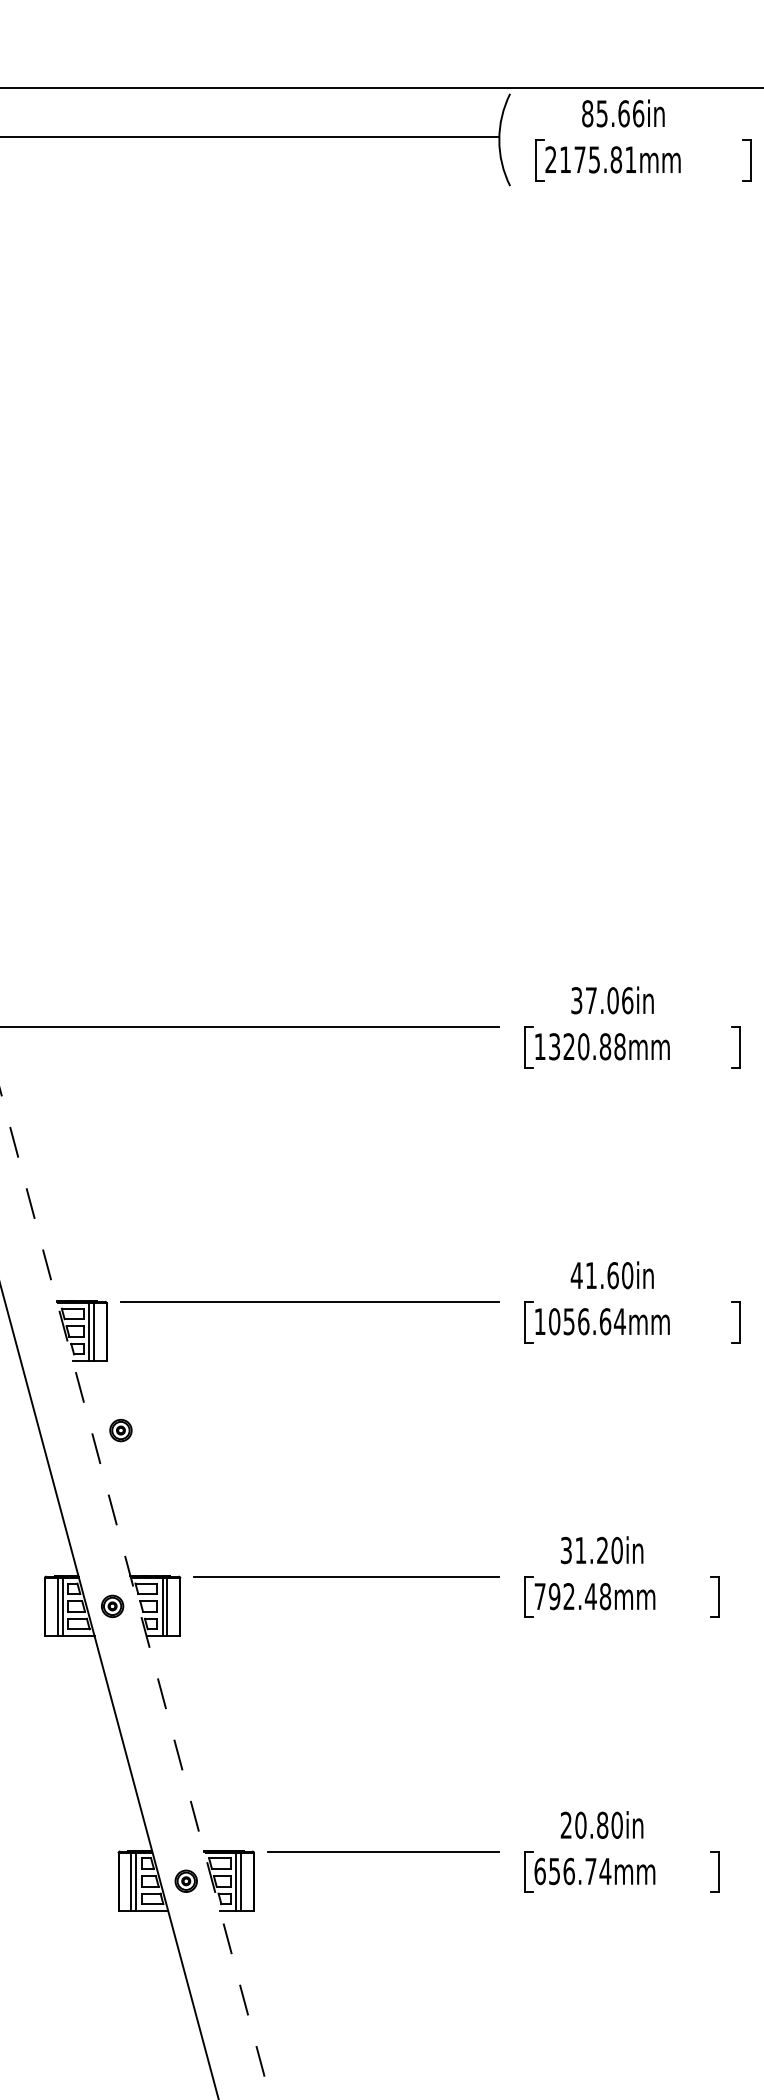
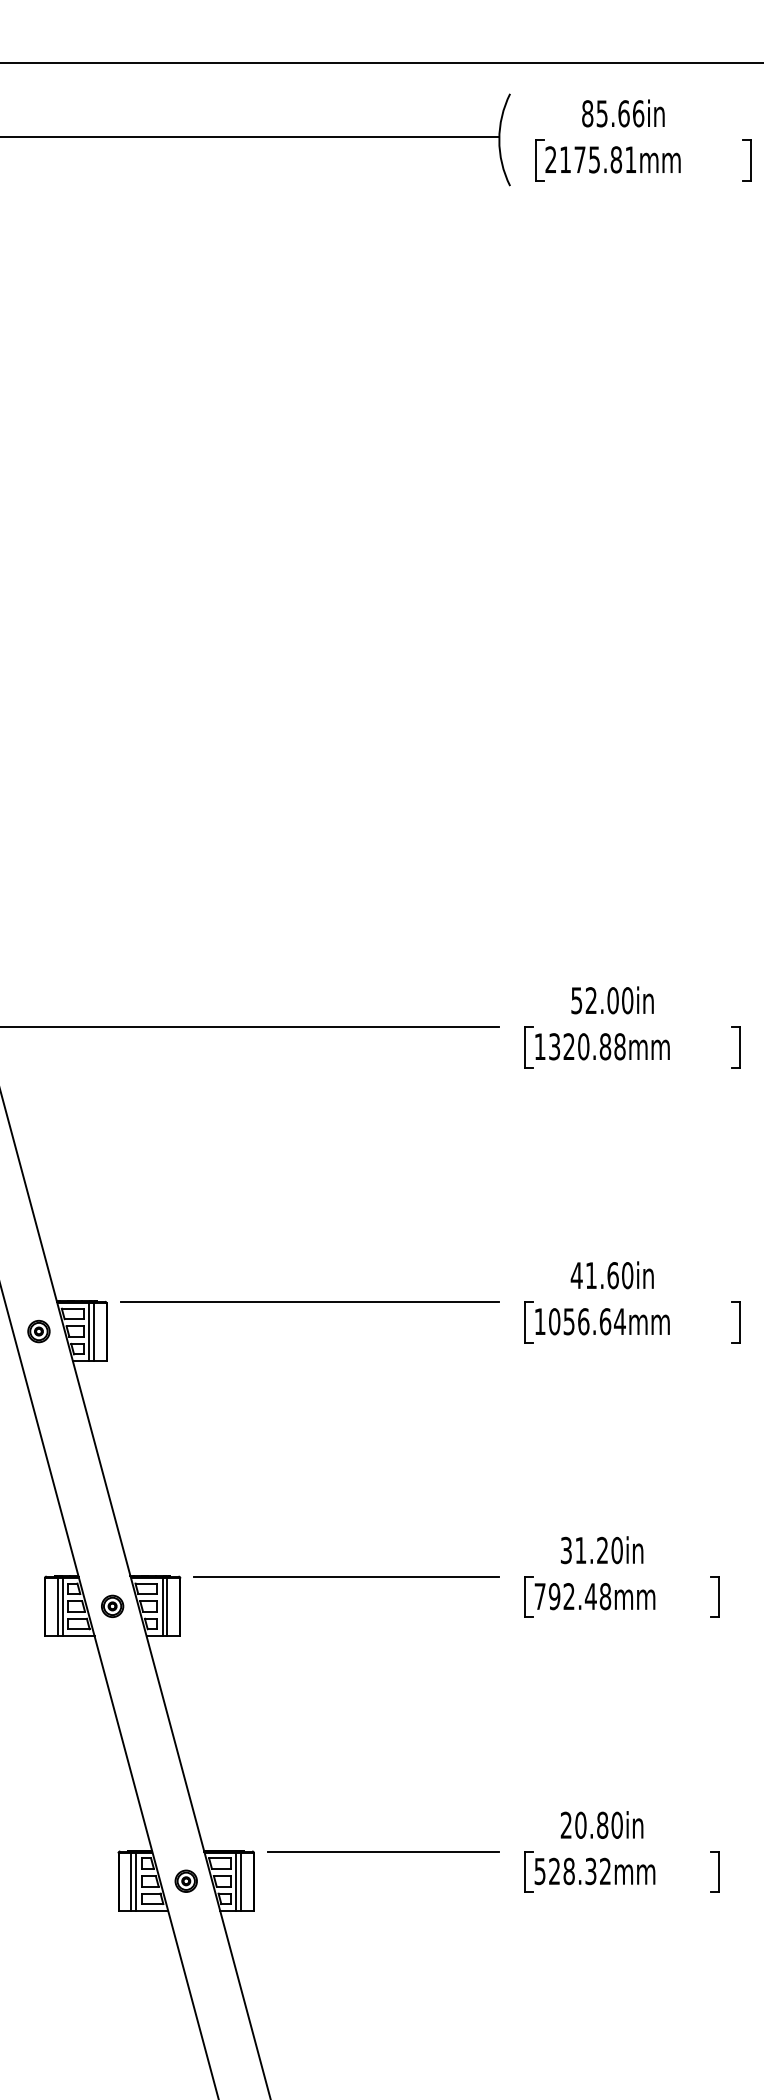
line at (381, 88) position: (381, 88) -> (381, 63)
text at (602, 1000): 37.06in -> 52.00in
part at (120, 1430) position: (120, 1430) -> (38, 1331)
line at (135, 1594): dashed -> solid
text at (572, 1871): 656.74mm -> 528.32mm
